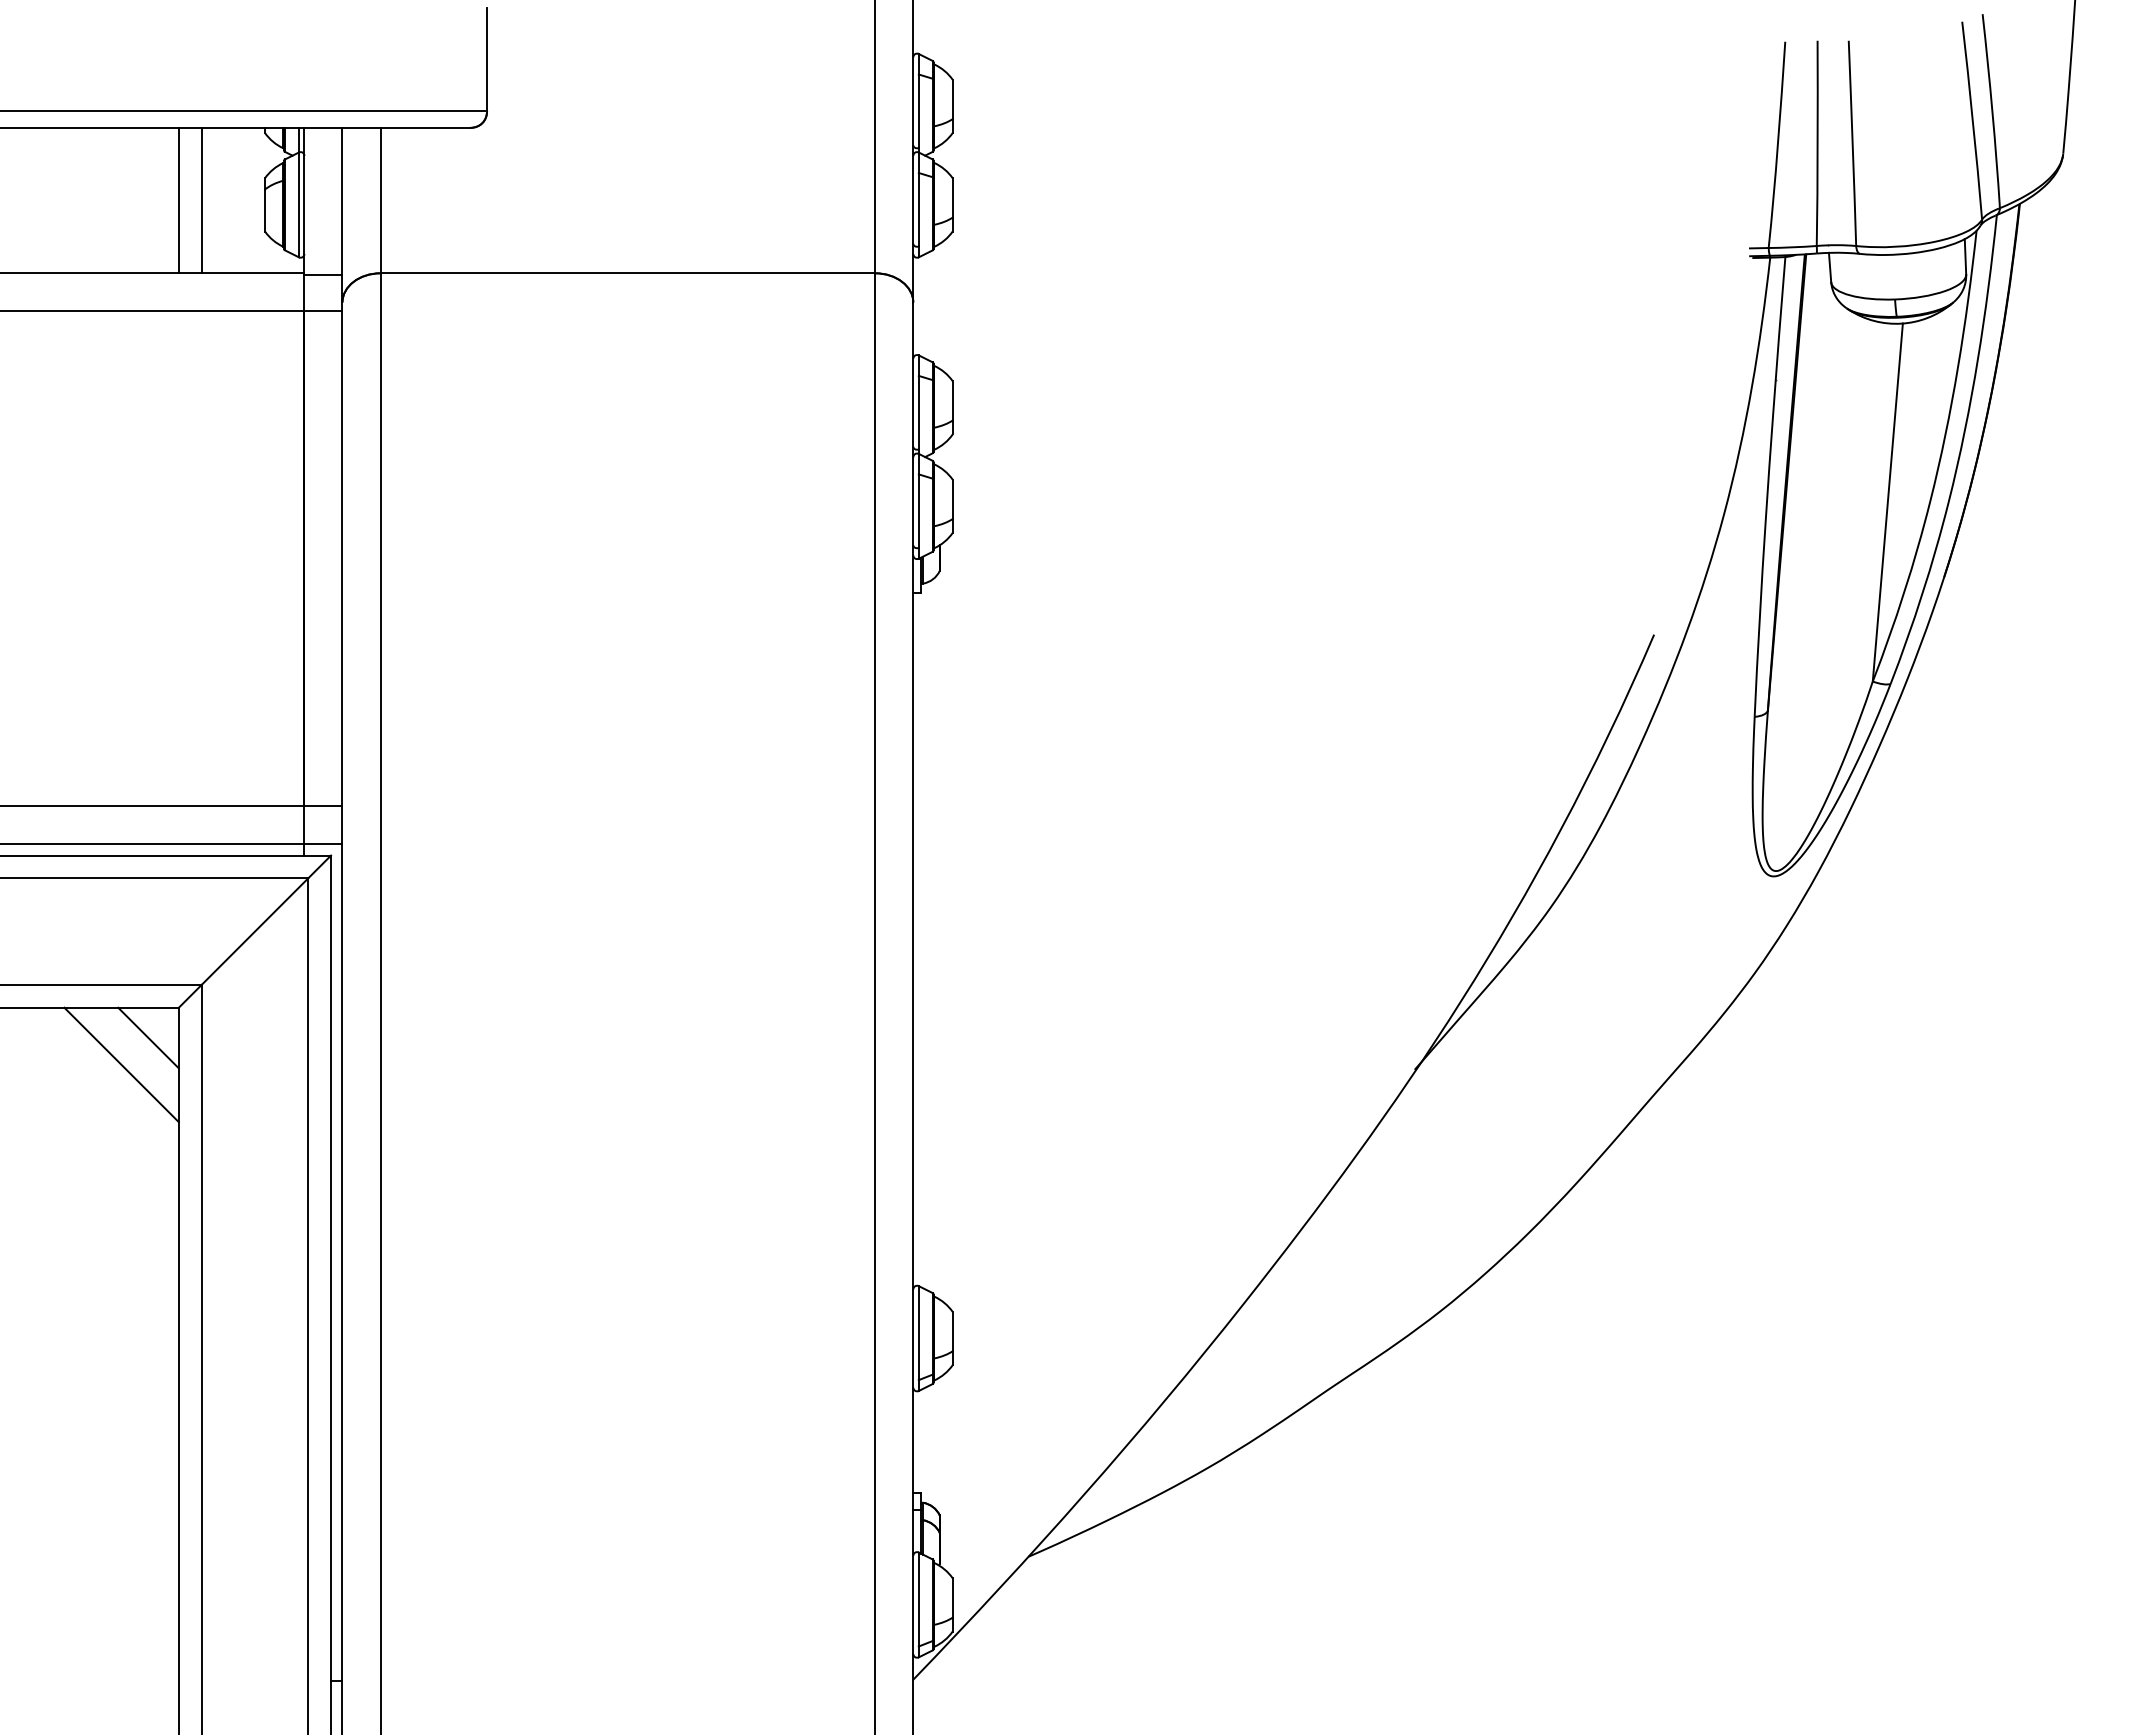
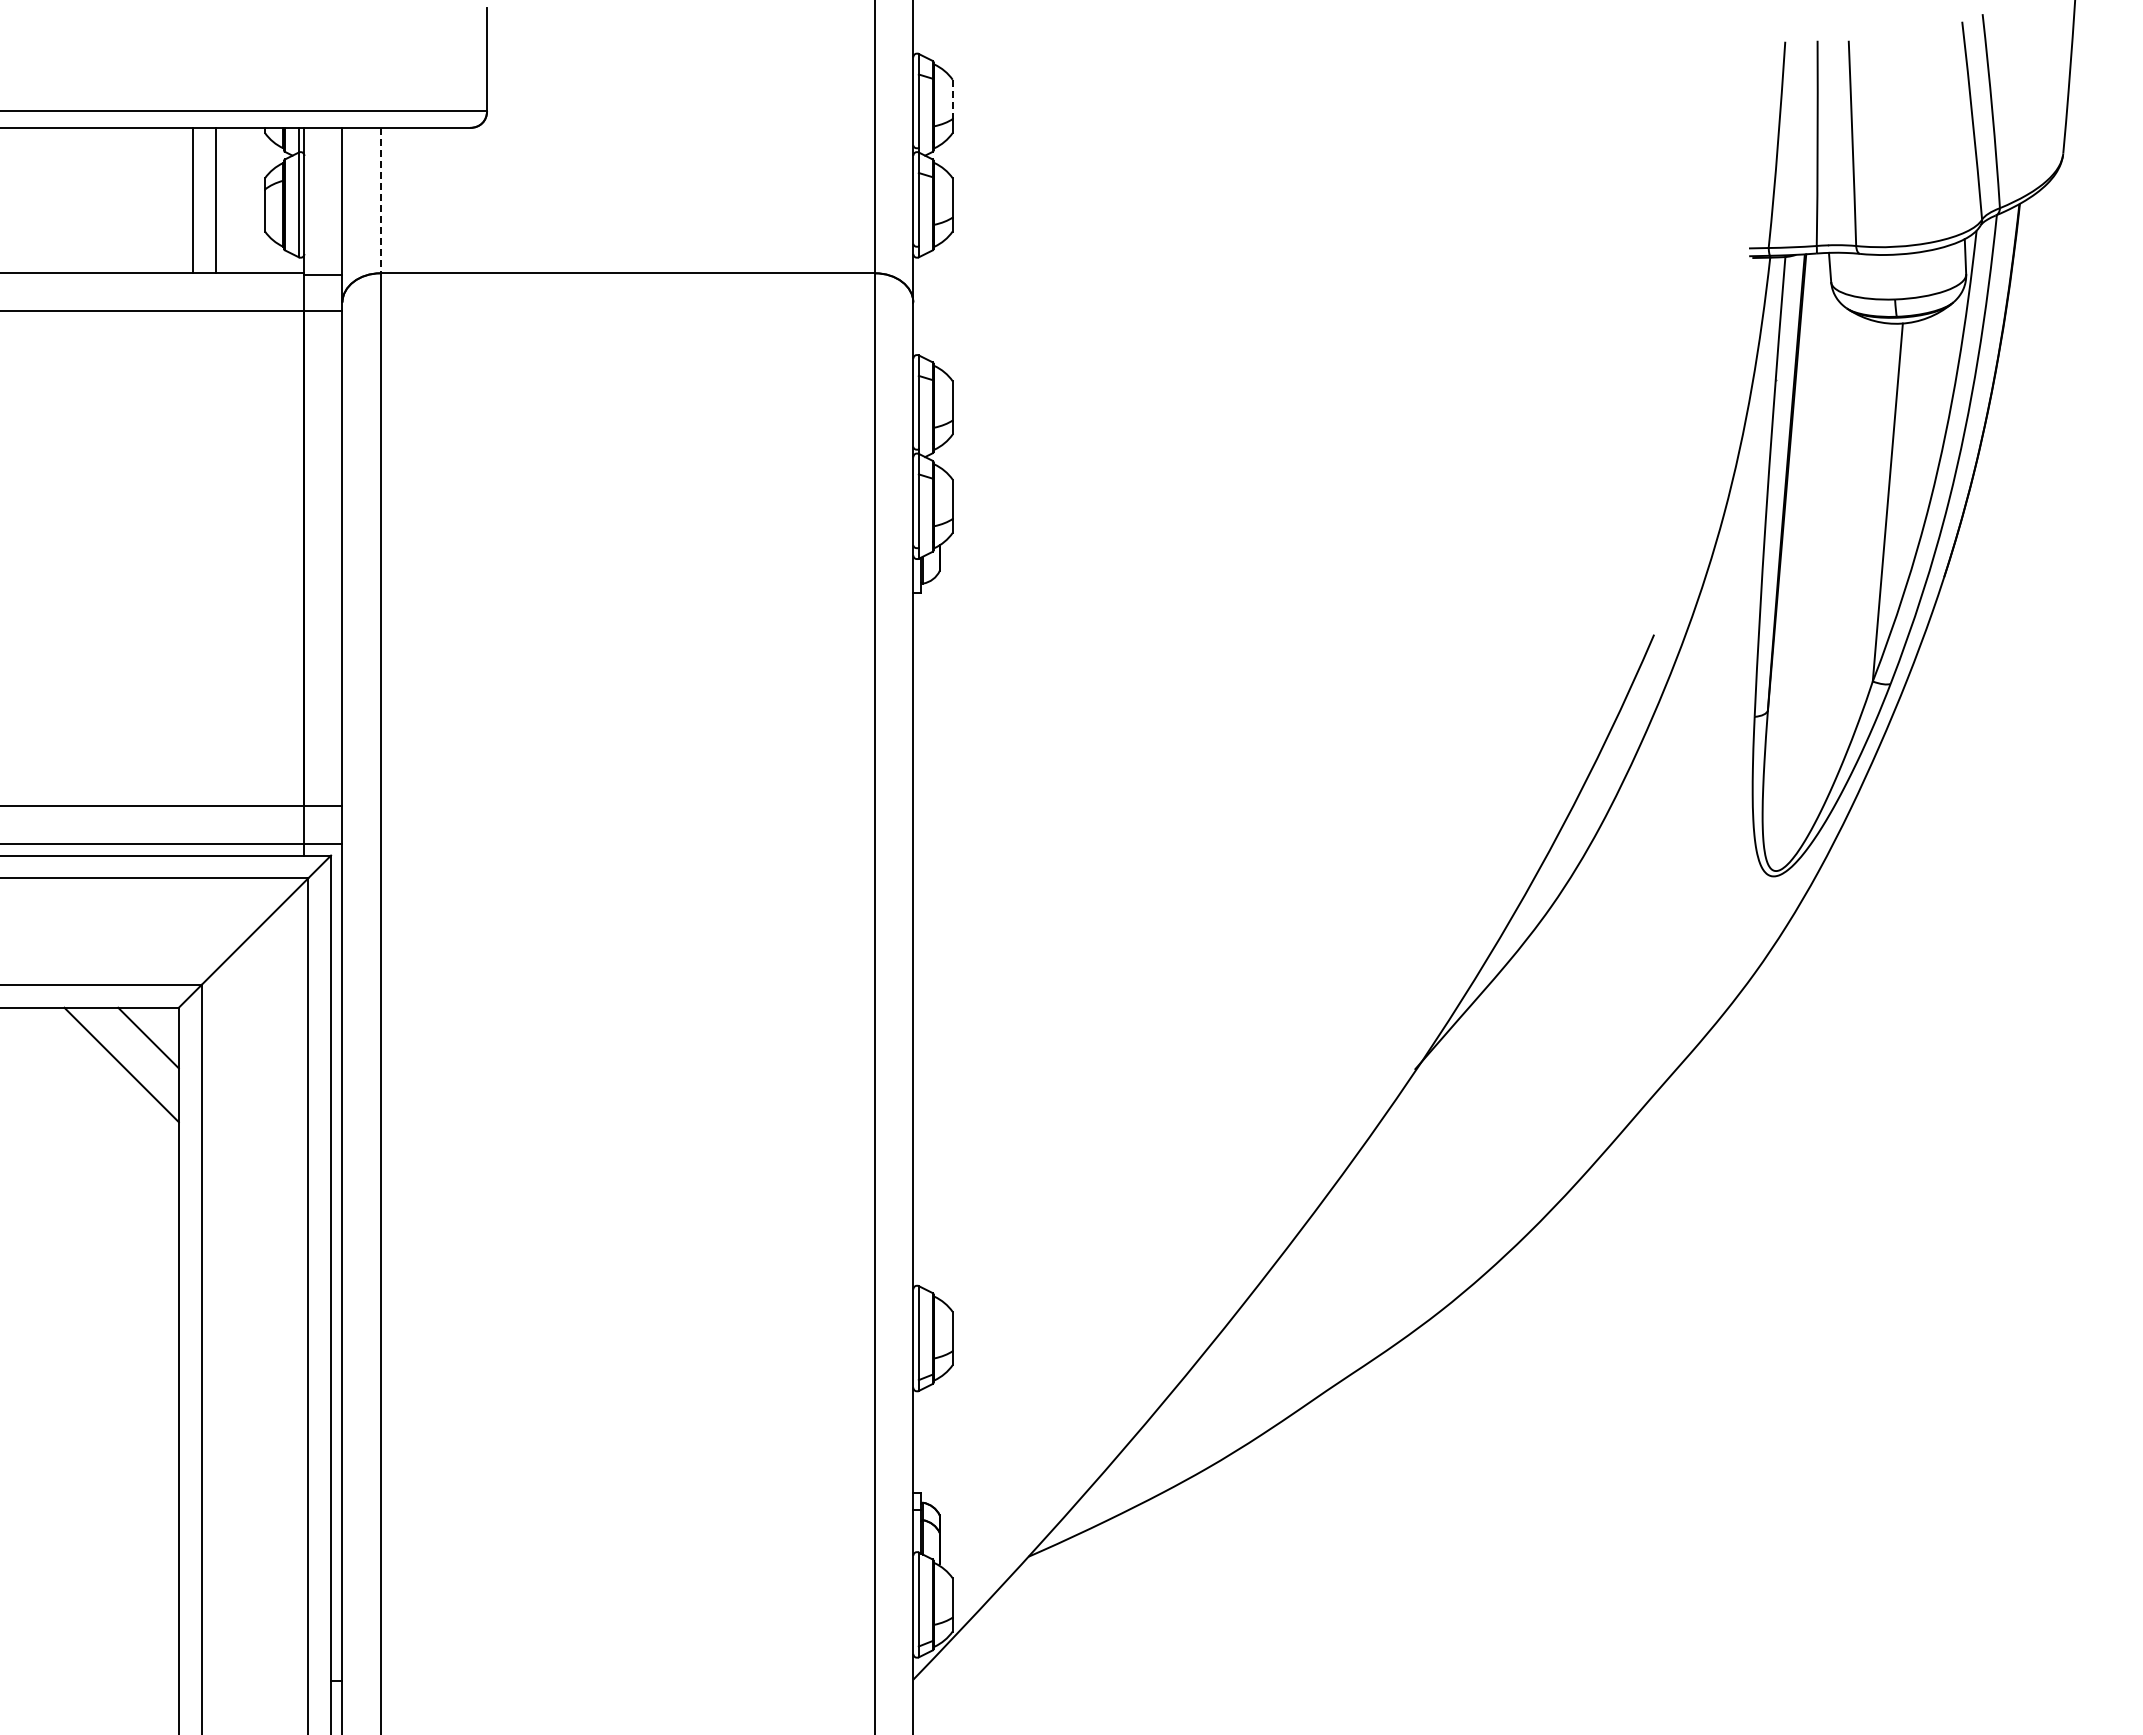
line at (952, 99): solid -> dashed
line at (178, 200) position: (178, 200) -> (192, 200)
line at (201, 200) position: (201, 200) -> (215, 200)
line at (380, 200): solid -> dashed
